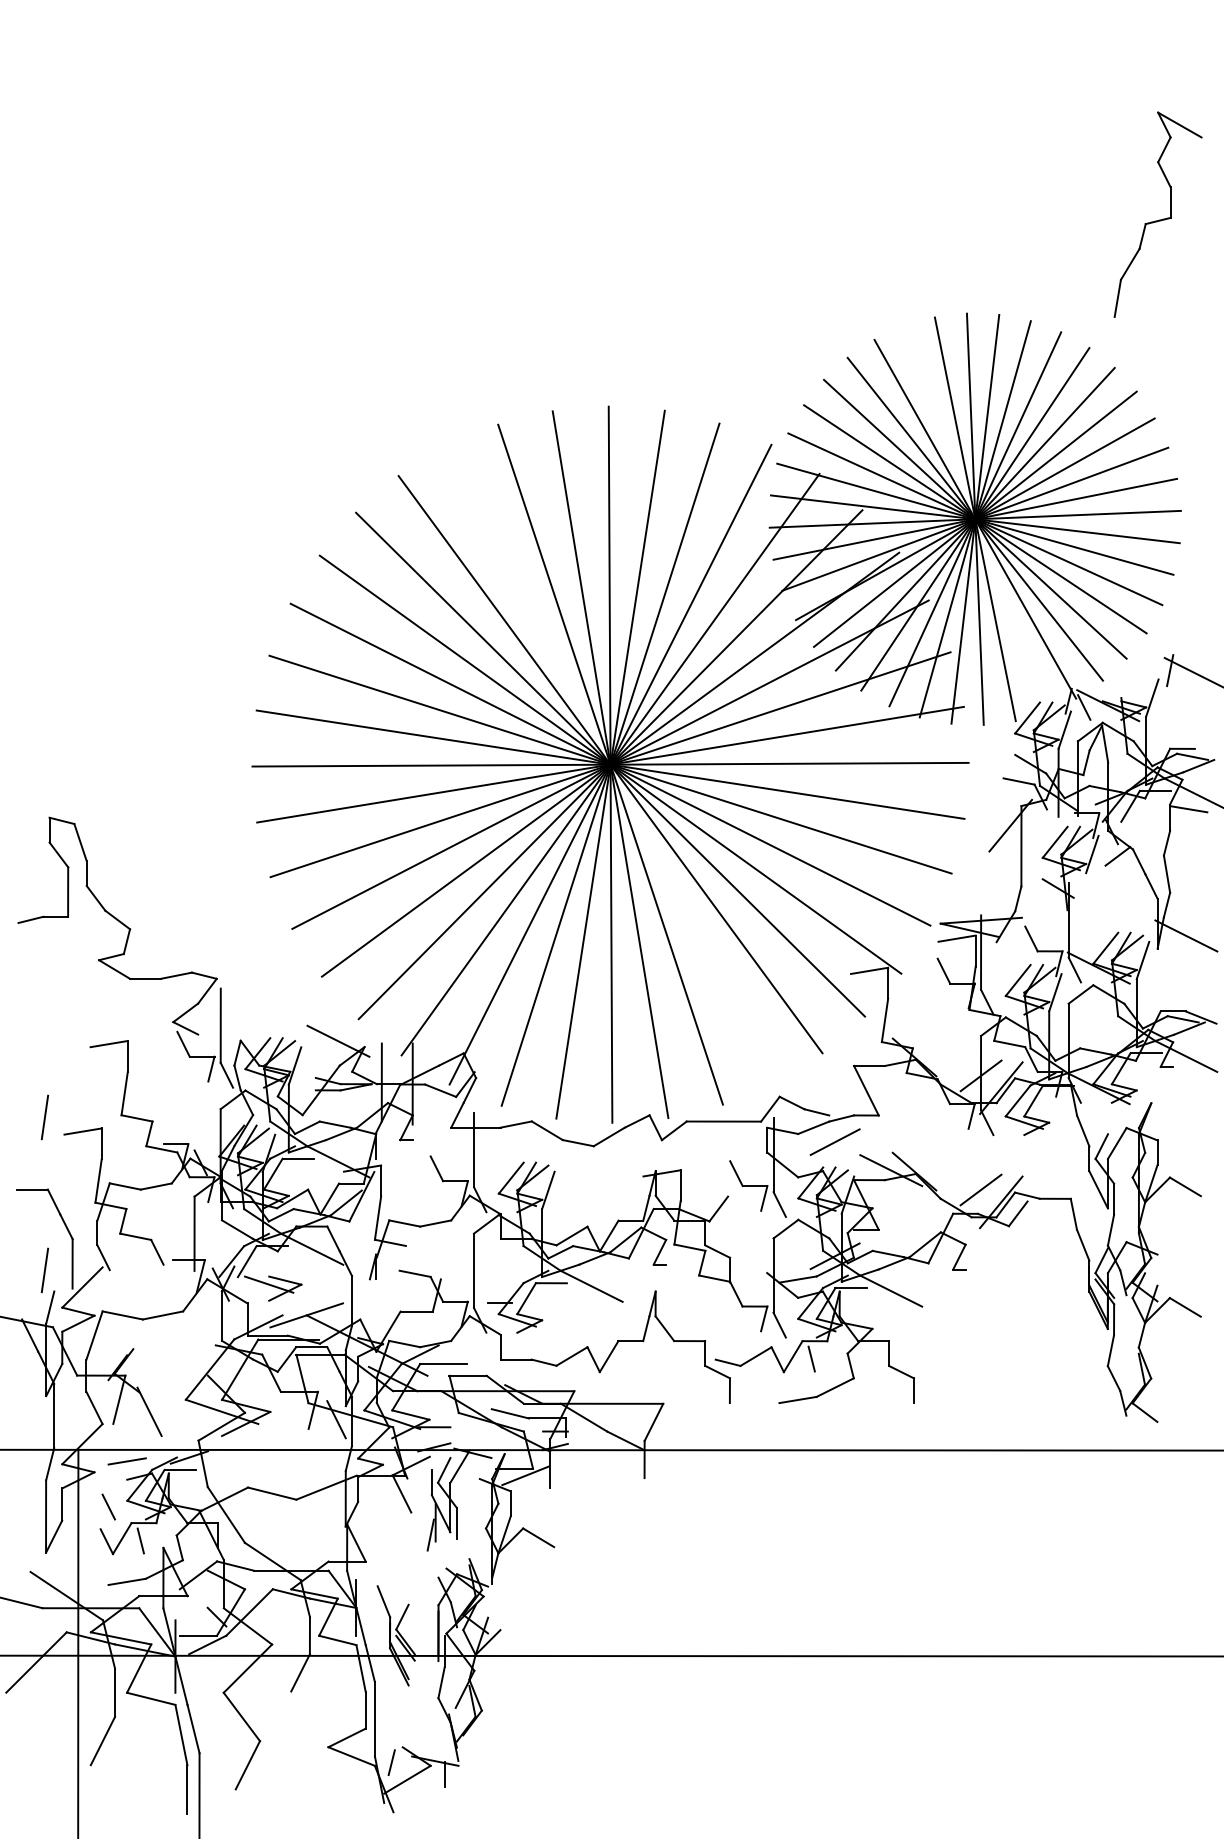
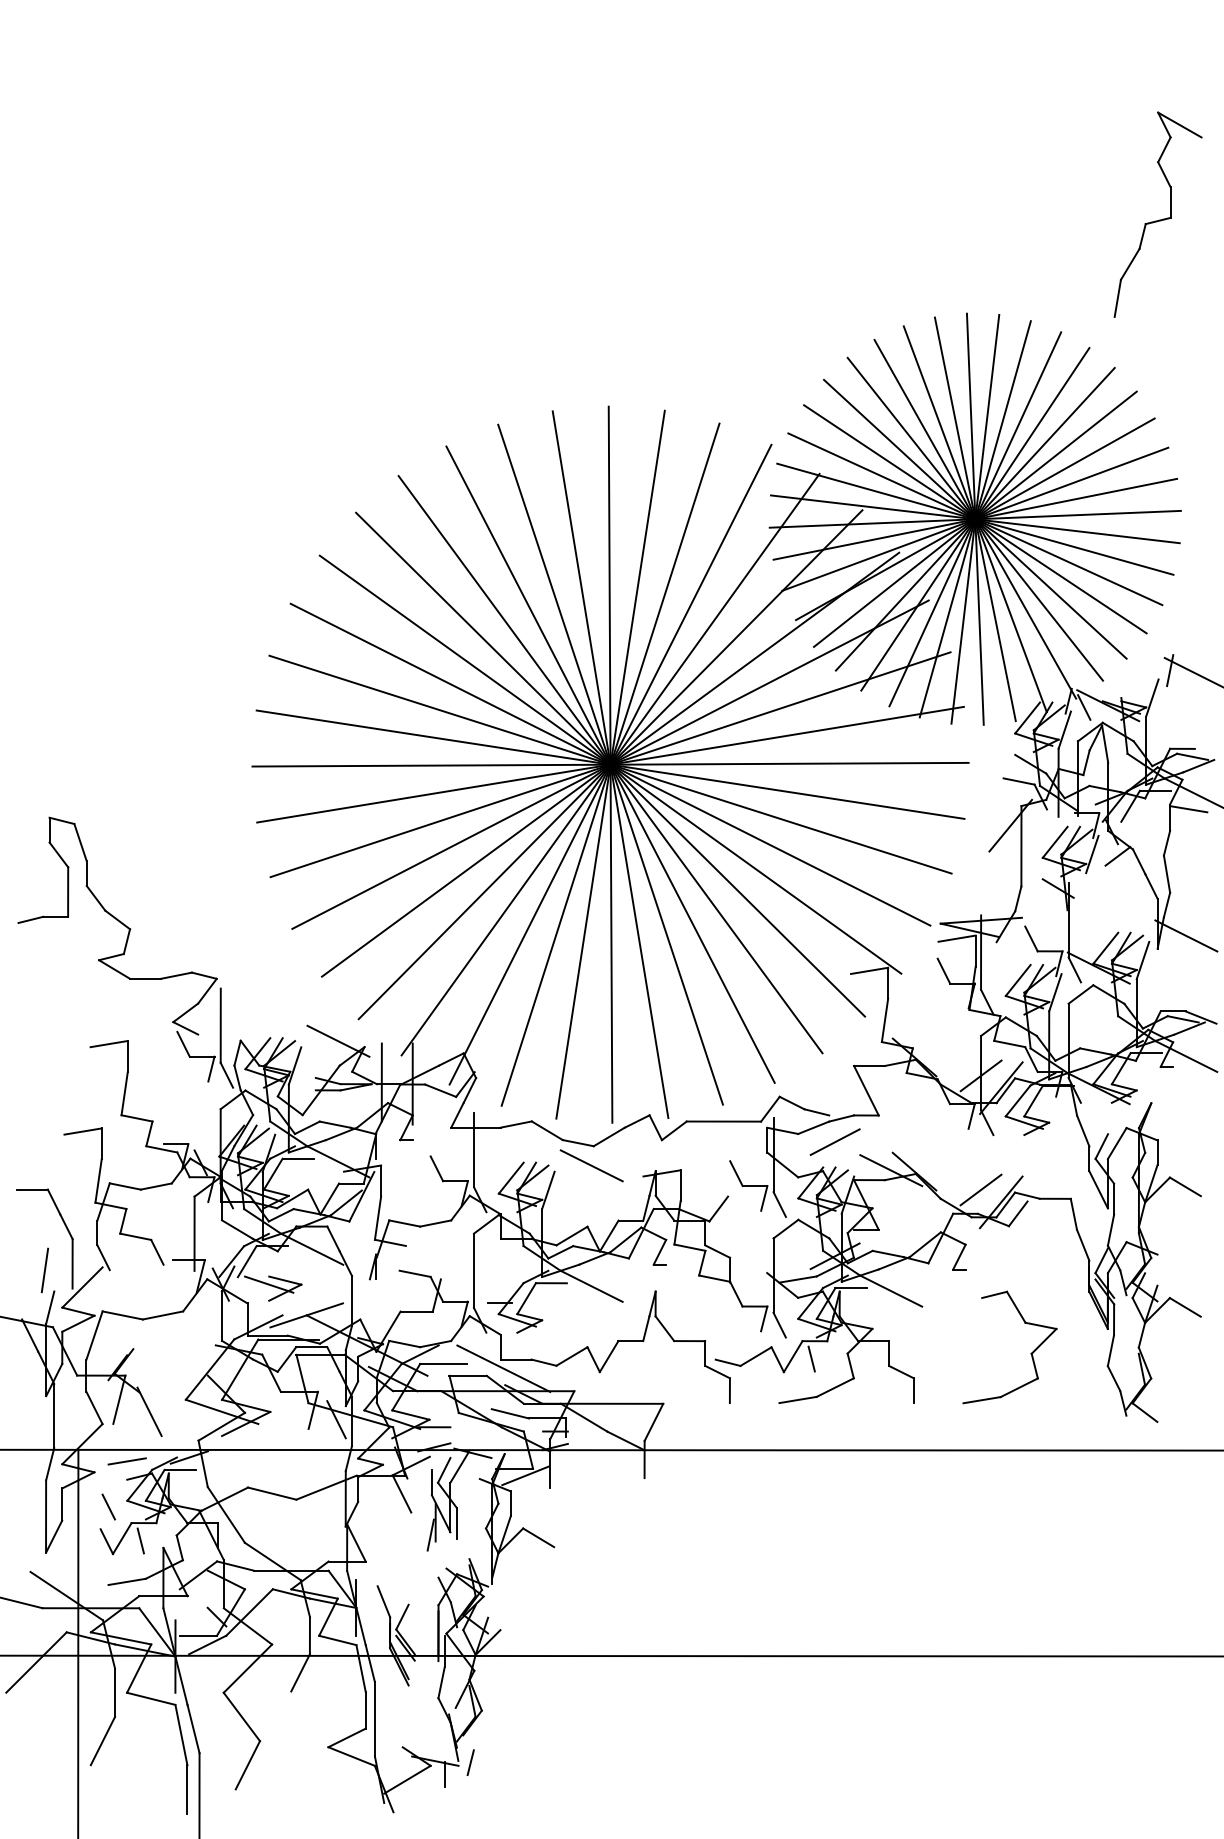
line at (974, 519): none -> present
line at (610, 764): none -> present
line at (44, 1117): present -> none
line at (591, 1165): none -> present
part at (1030, 1353): none -> present
line at (503, 1368): none -> present
line at (391, 1762) position: (391, 1762) -> (470, 1762)
